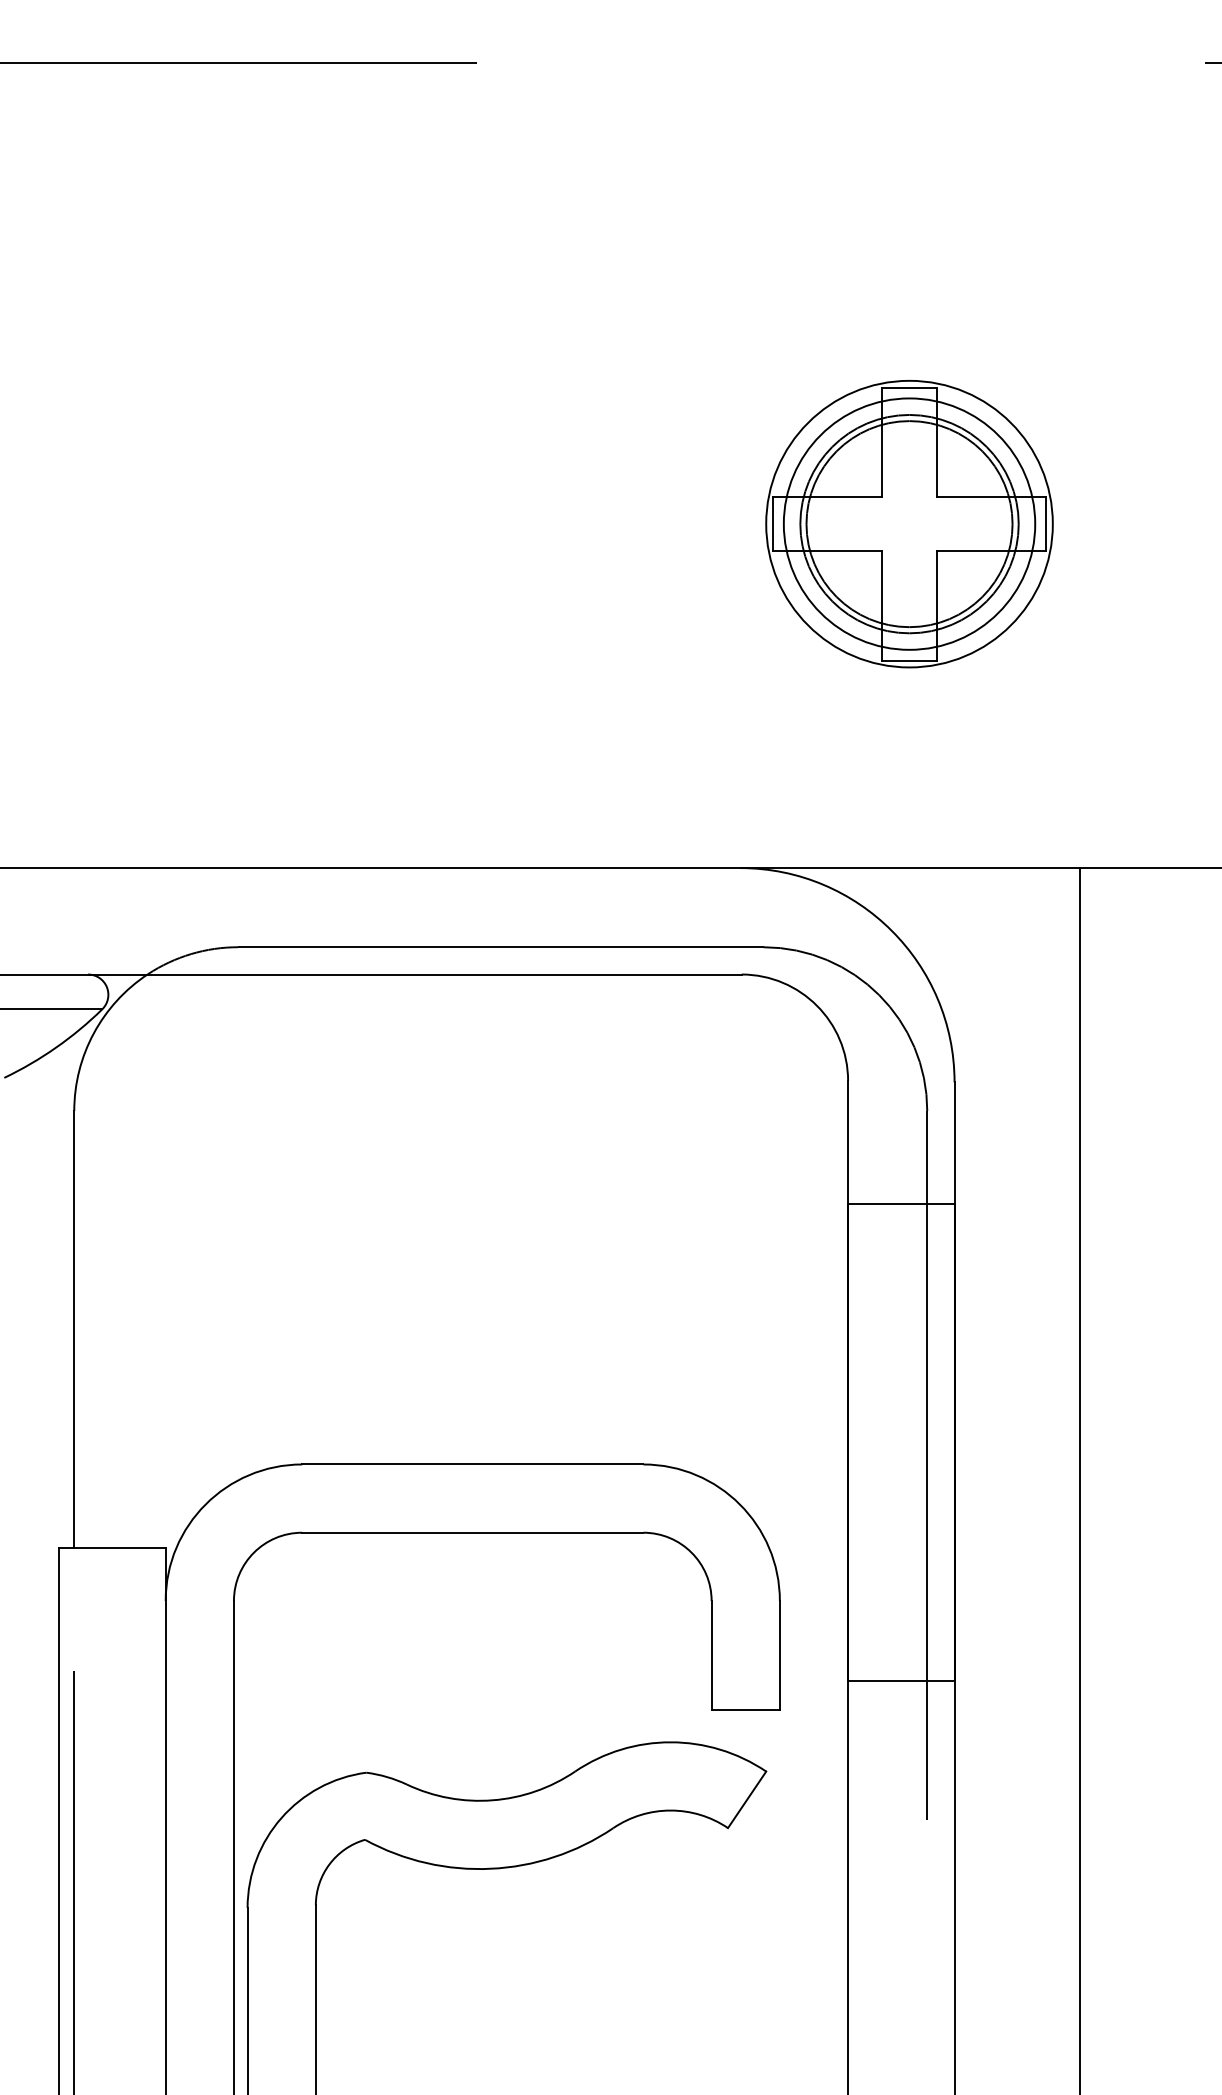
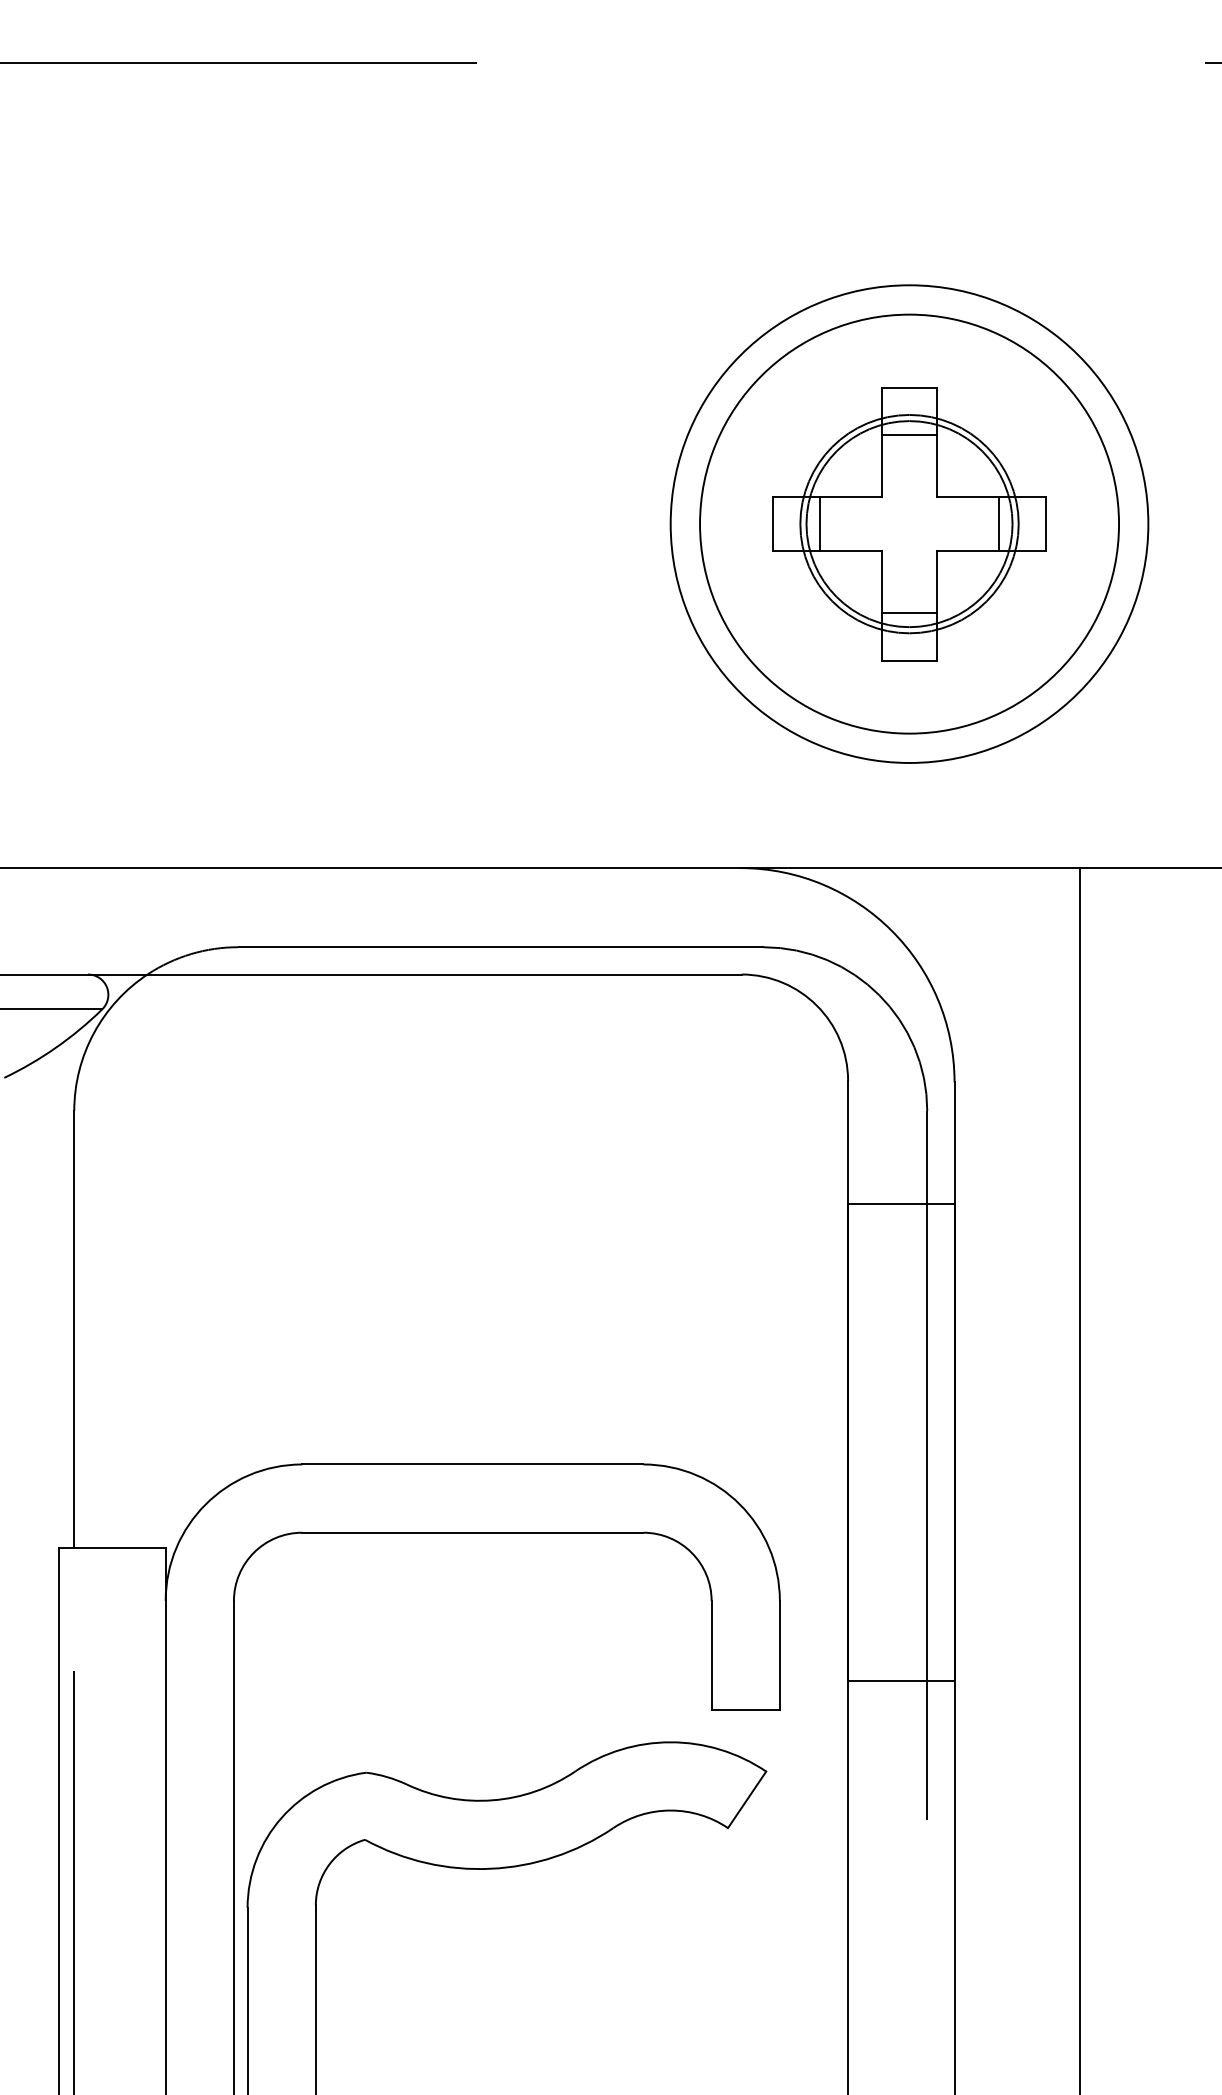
line at (909, 434): none -> present
line at (820, 523): none -> present
circle at (909, 523) diameter: 251 px -> 419 px
circle at (909, 523) diameter: 287 px -> 478 px
line at (998, 523): none -> present
line at (909, 613): none -> present
